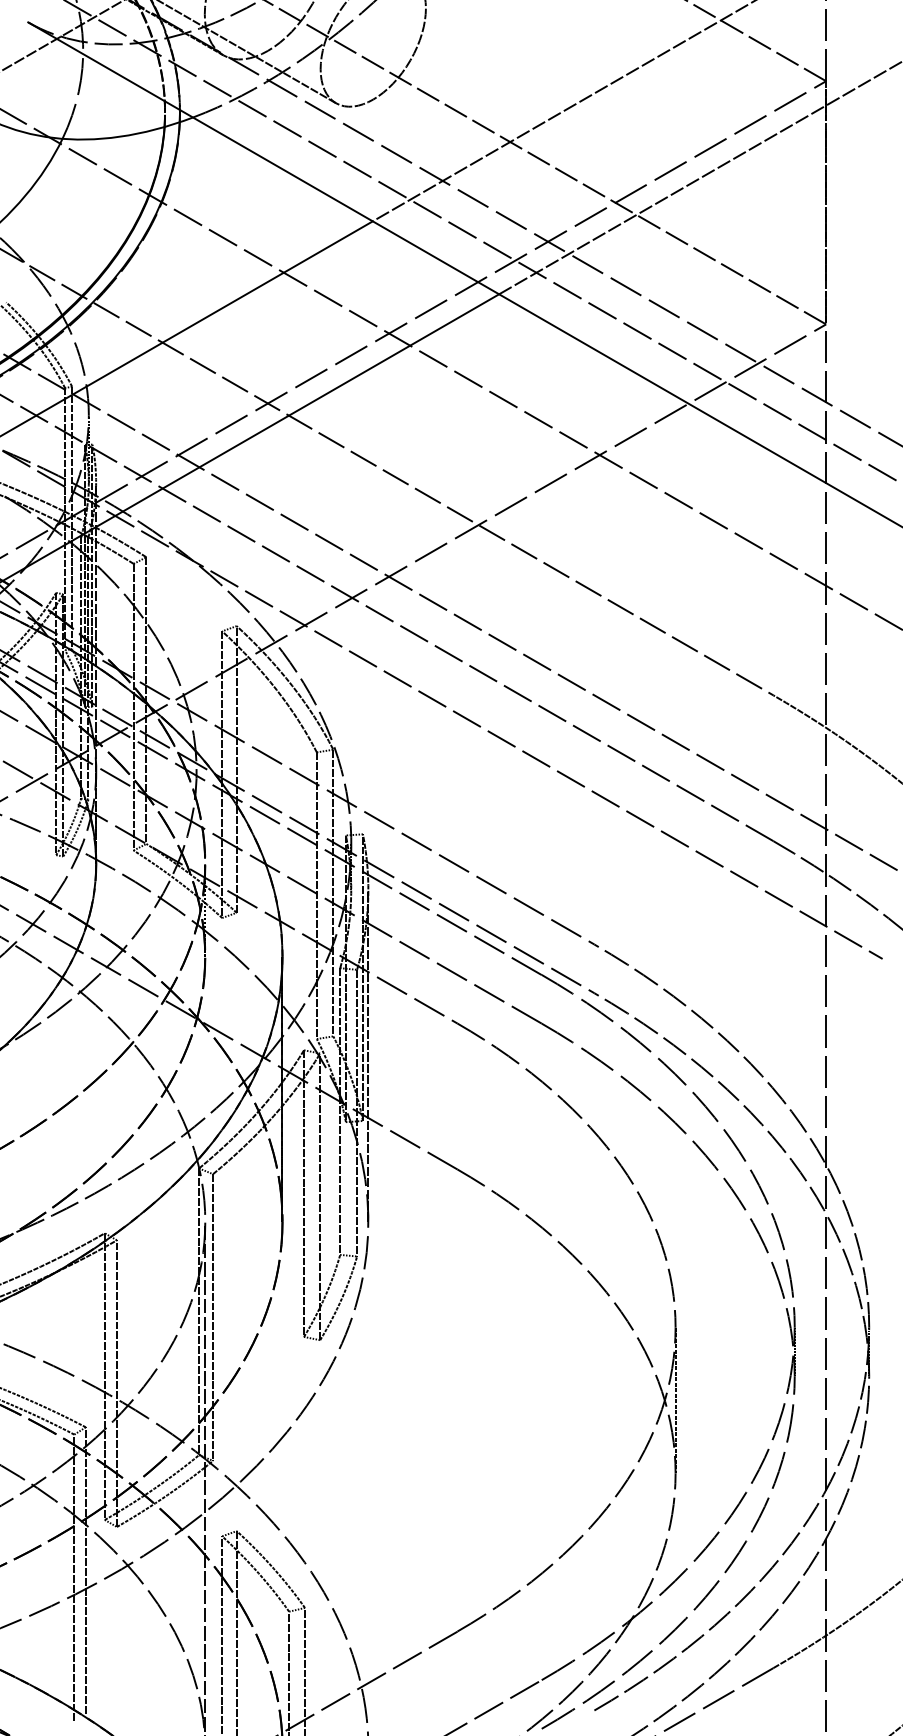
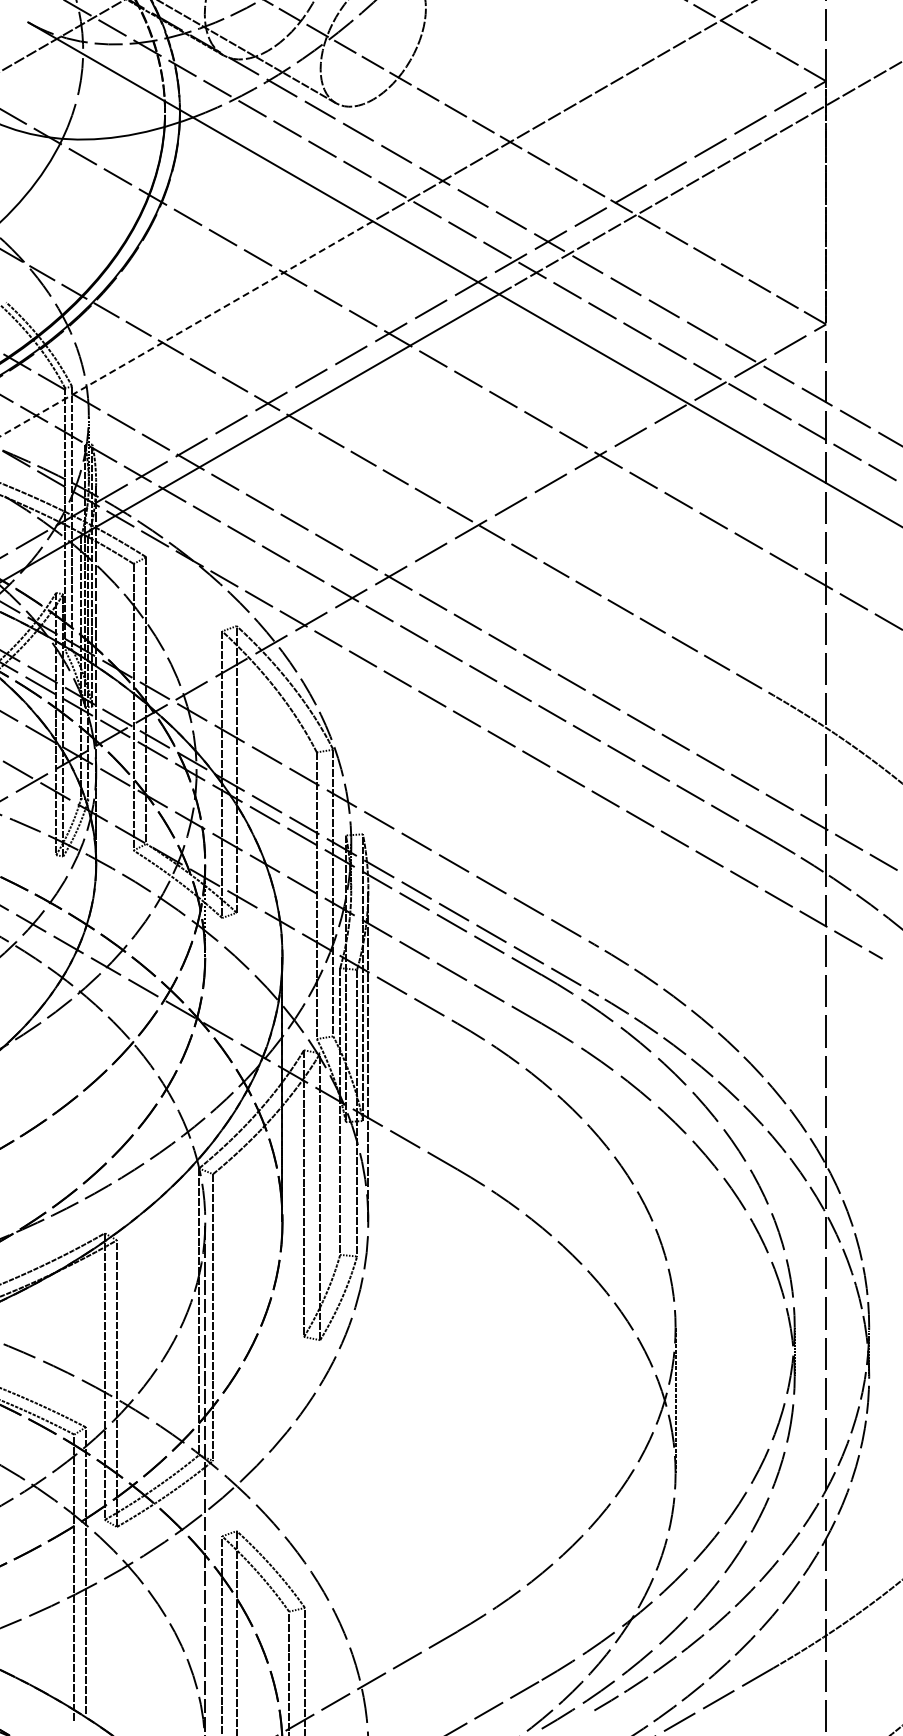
line at (186, 328): solid -> dashed
